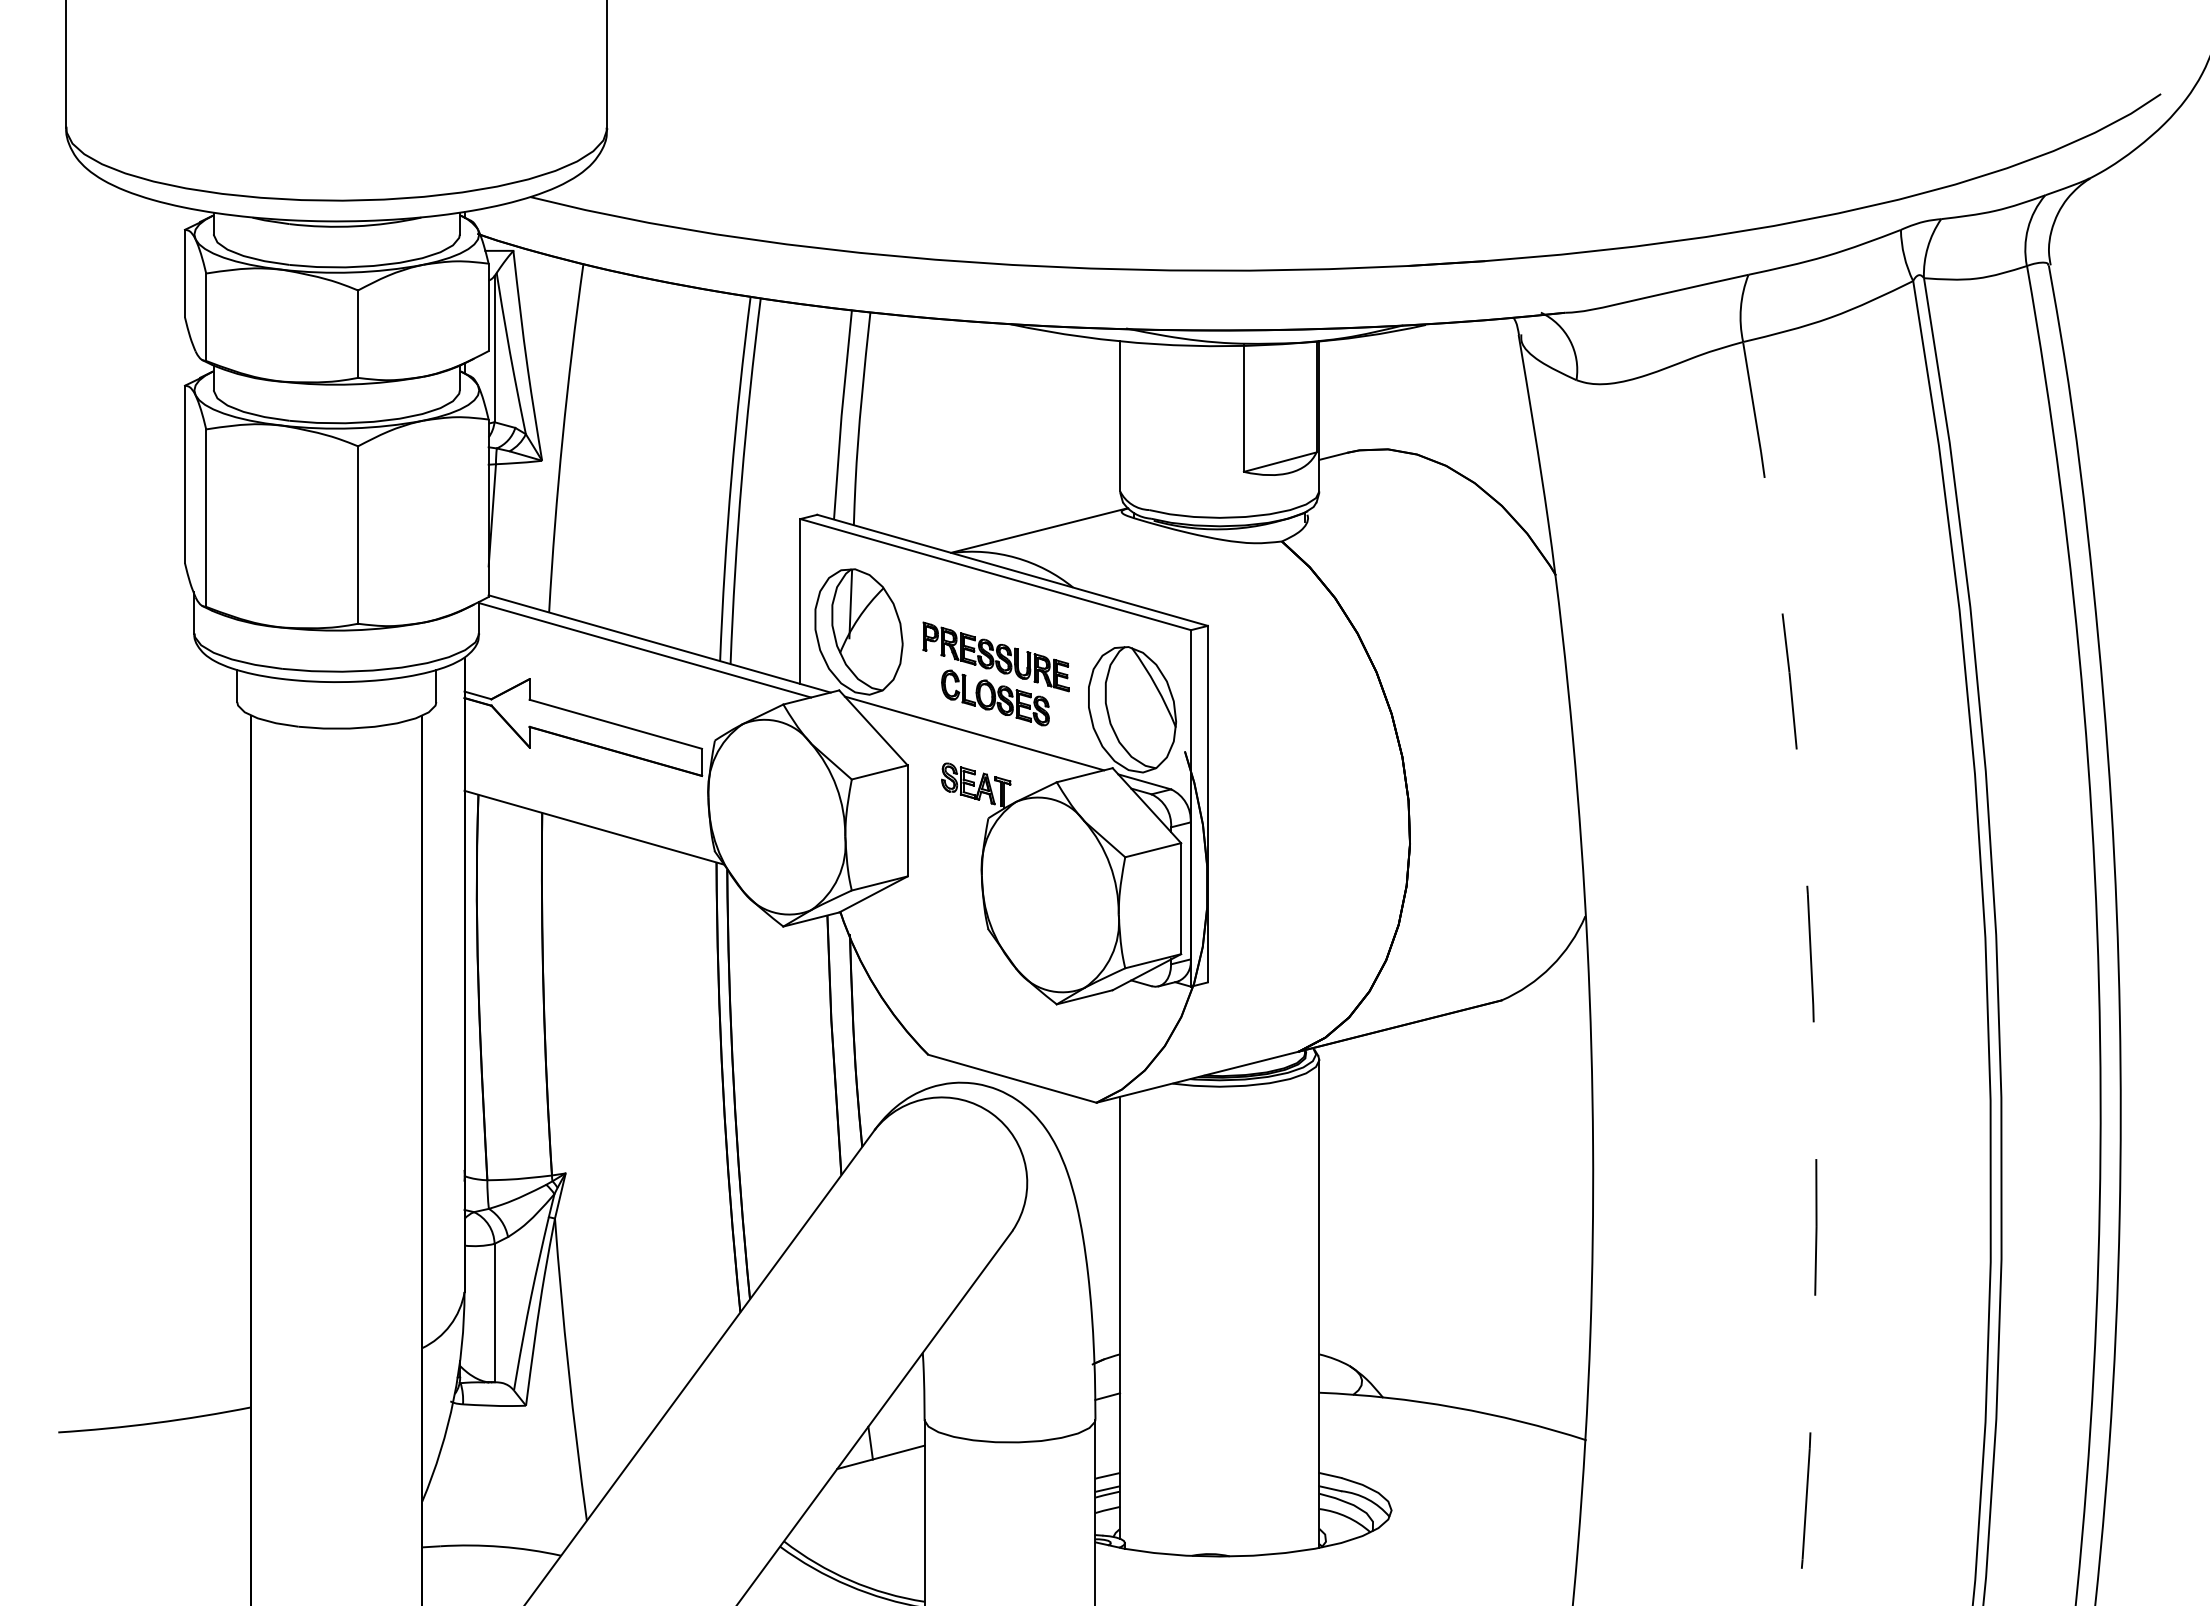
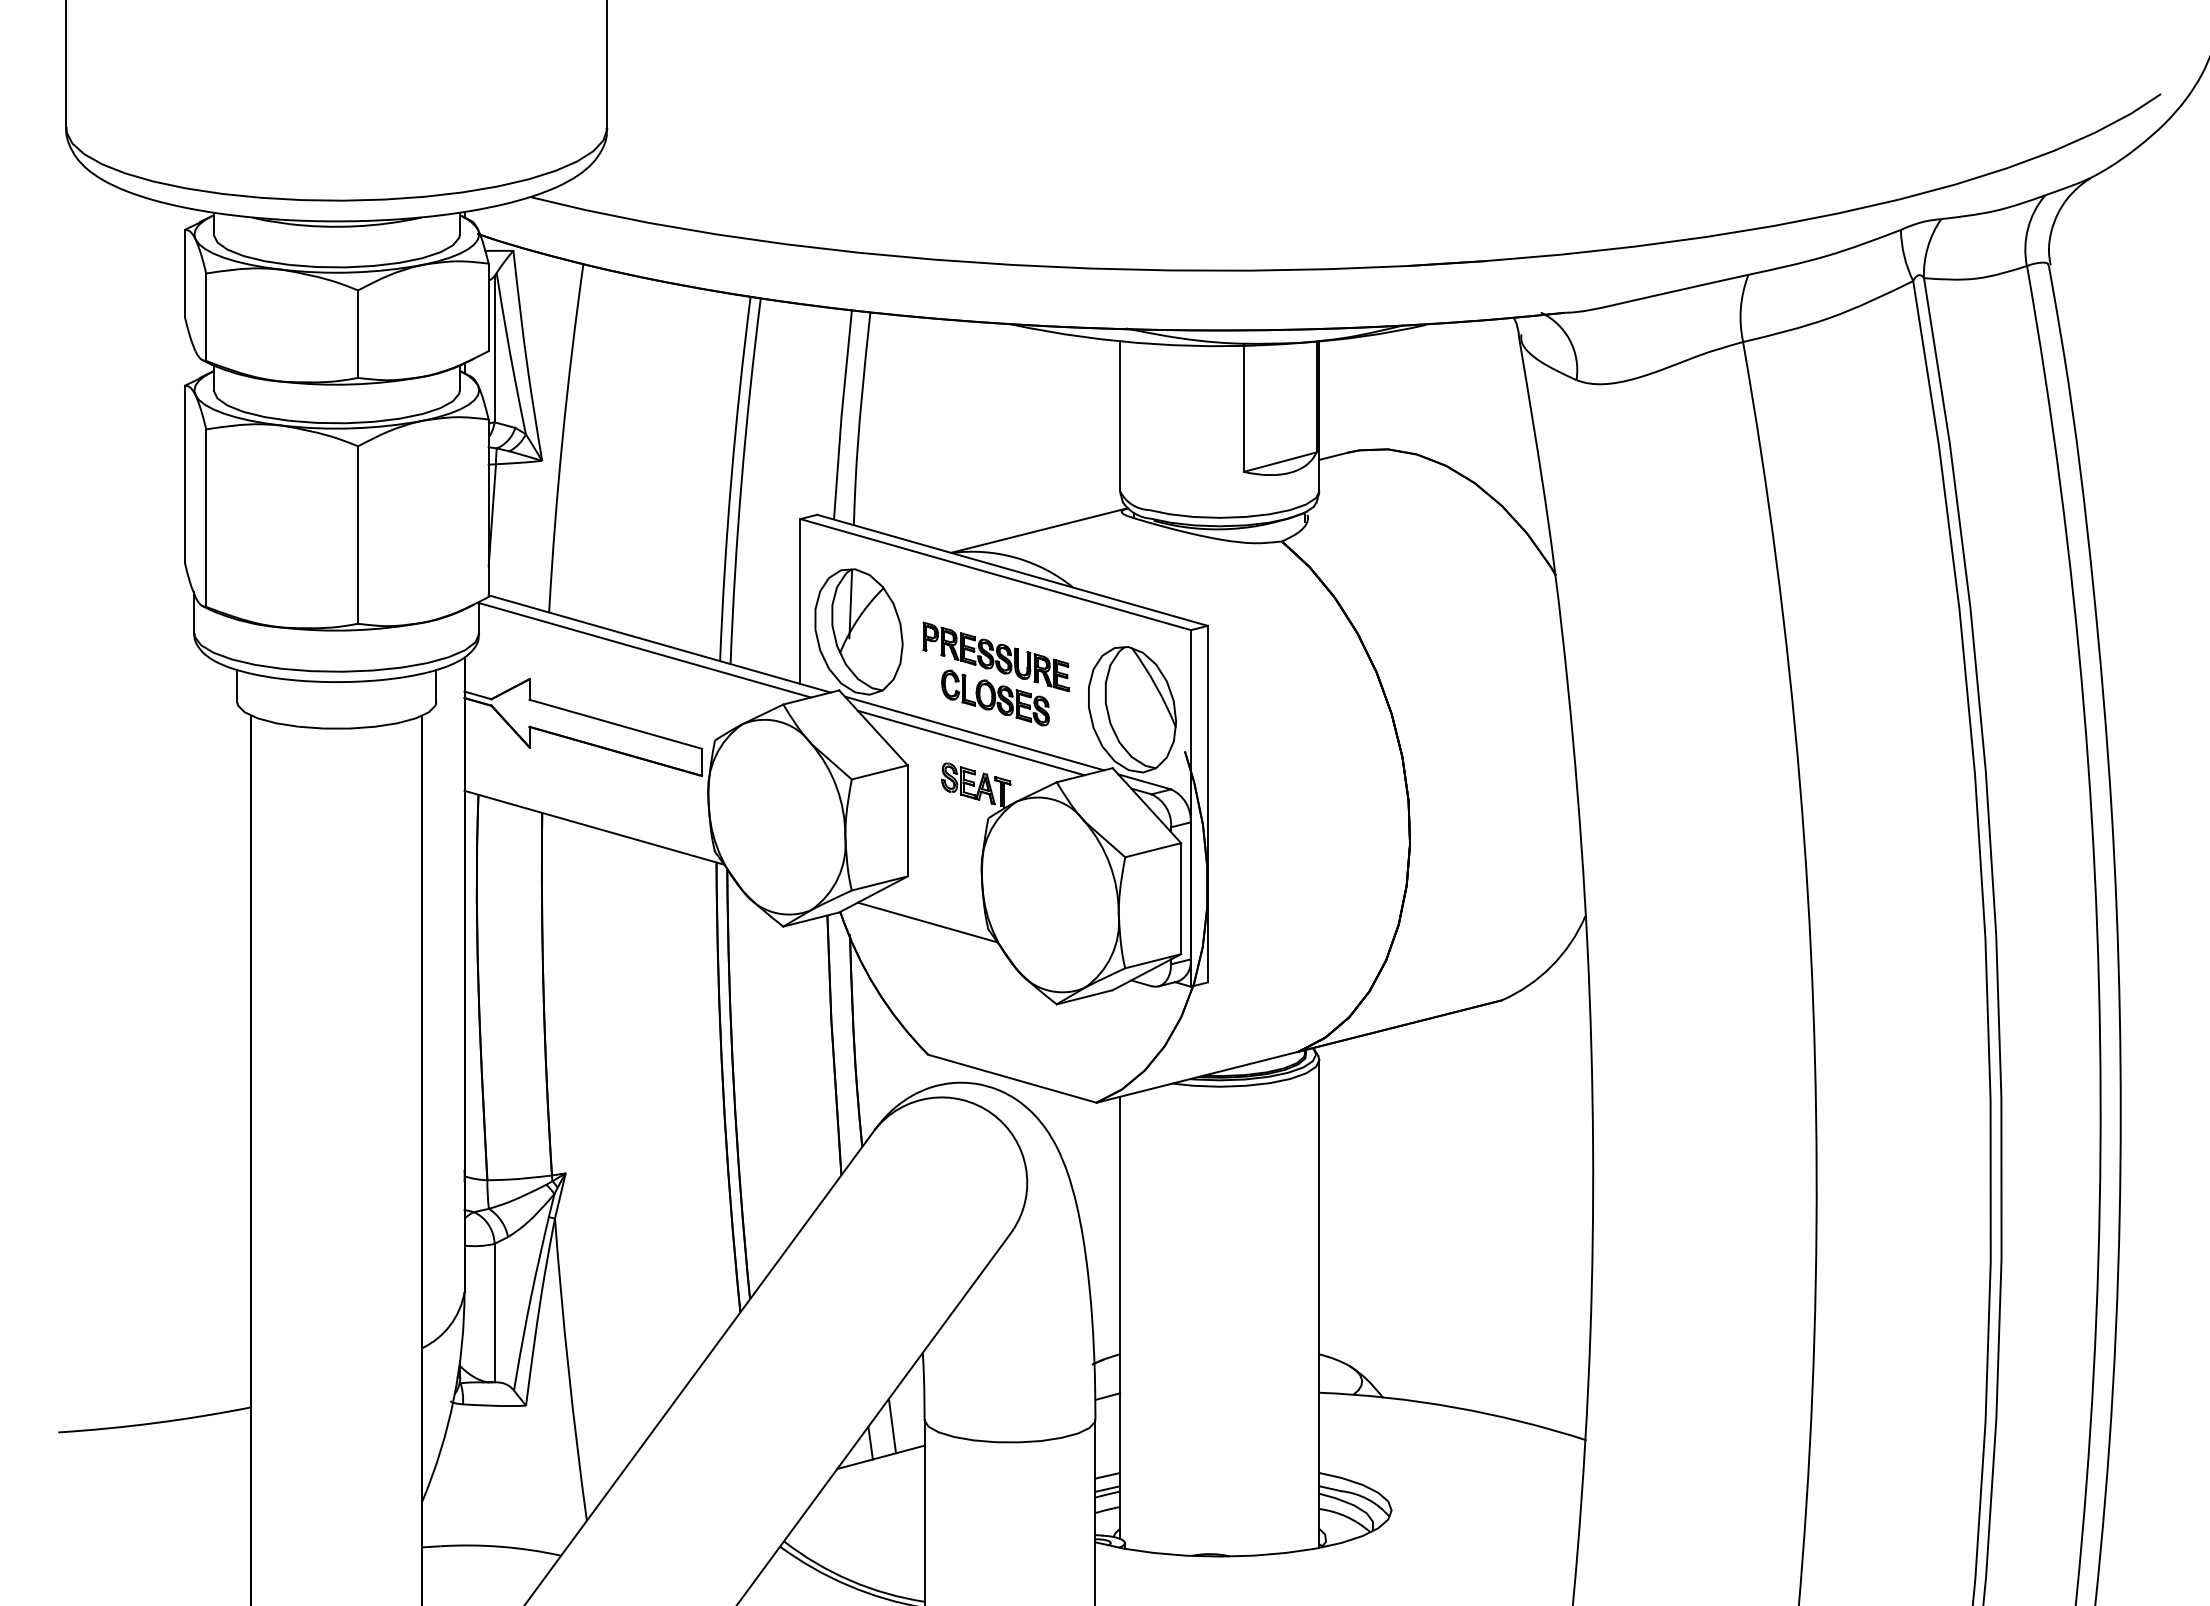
line at (970, 742): none -> present
line at (927, 922): none -> present
arc at (1811, 972): dashed -> solid
line at (892, 1425): none -> present
